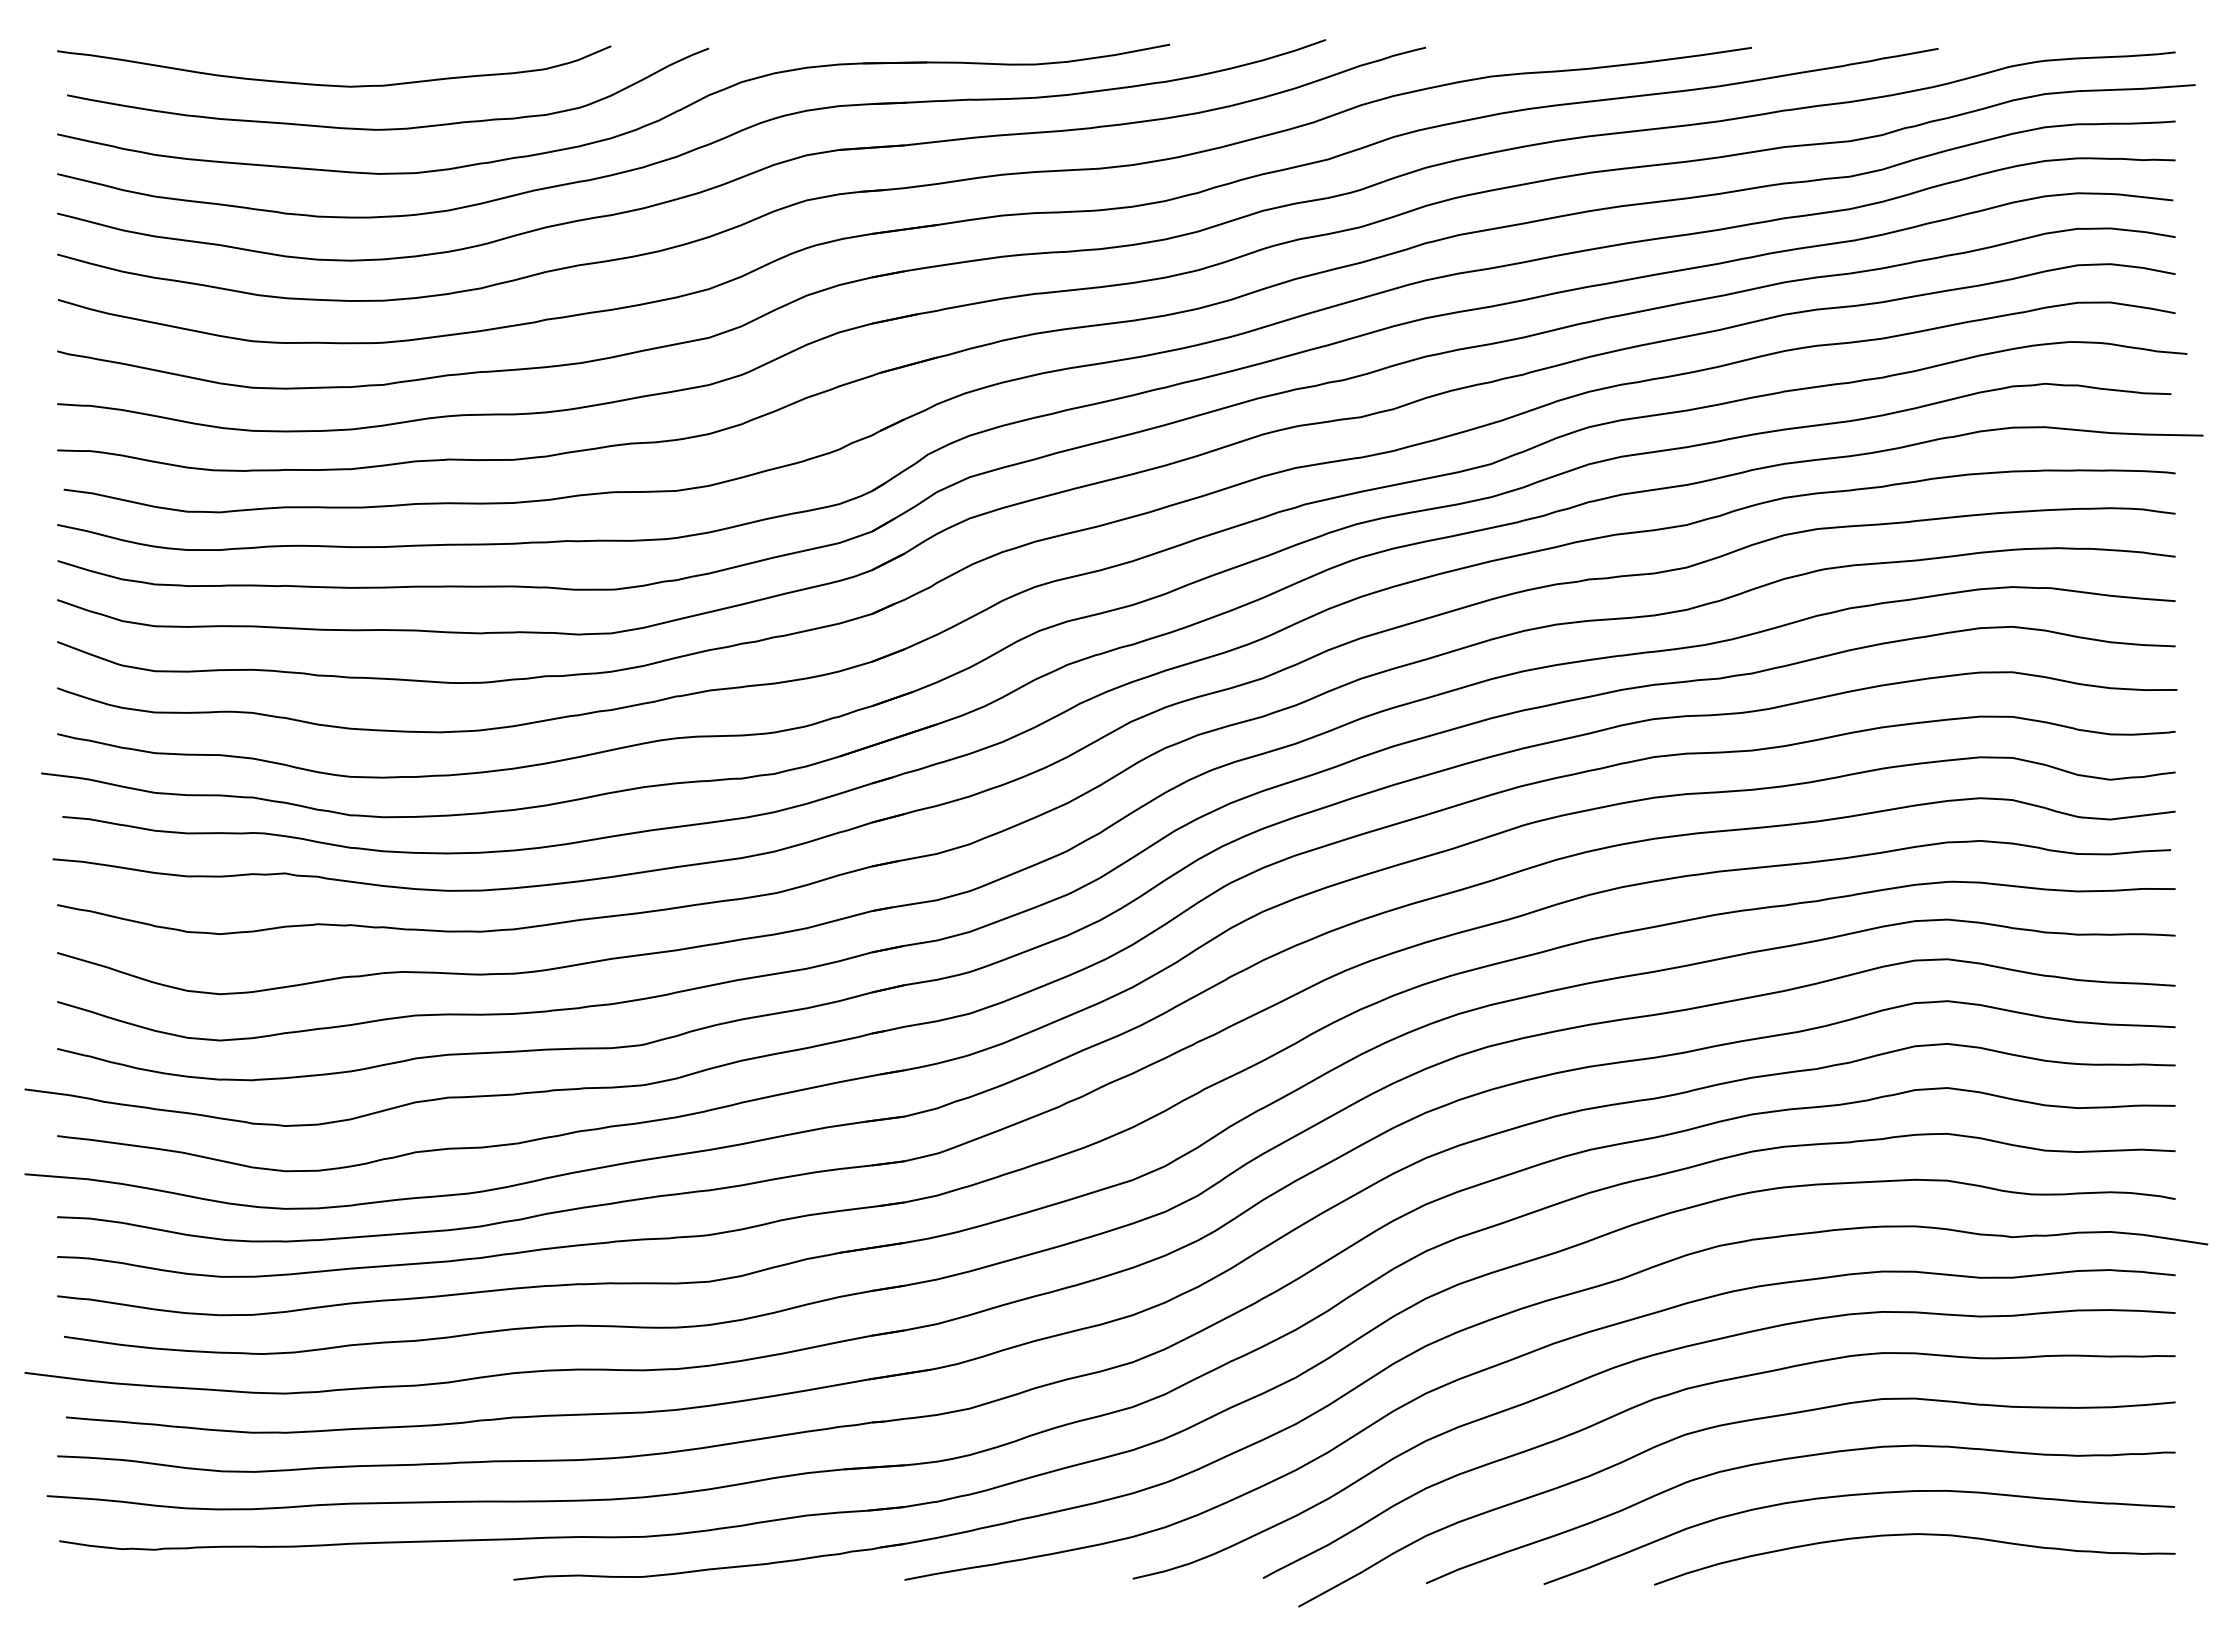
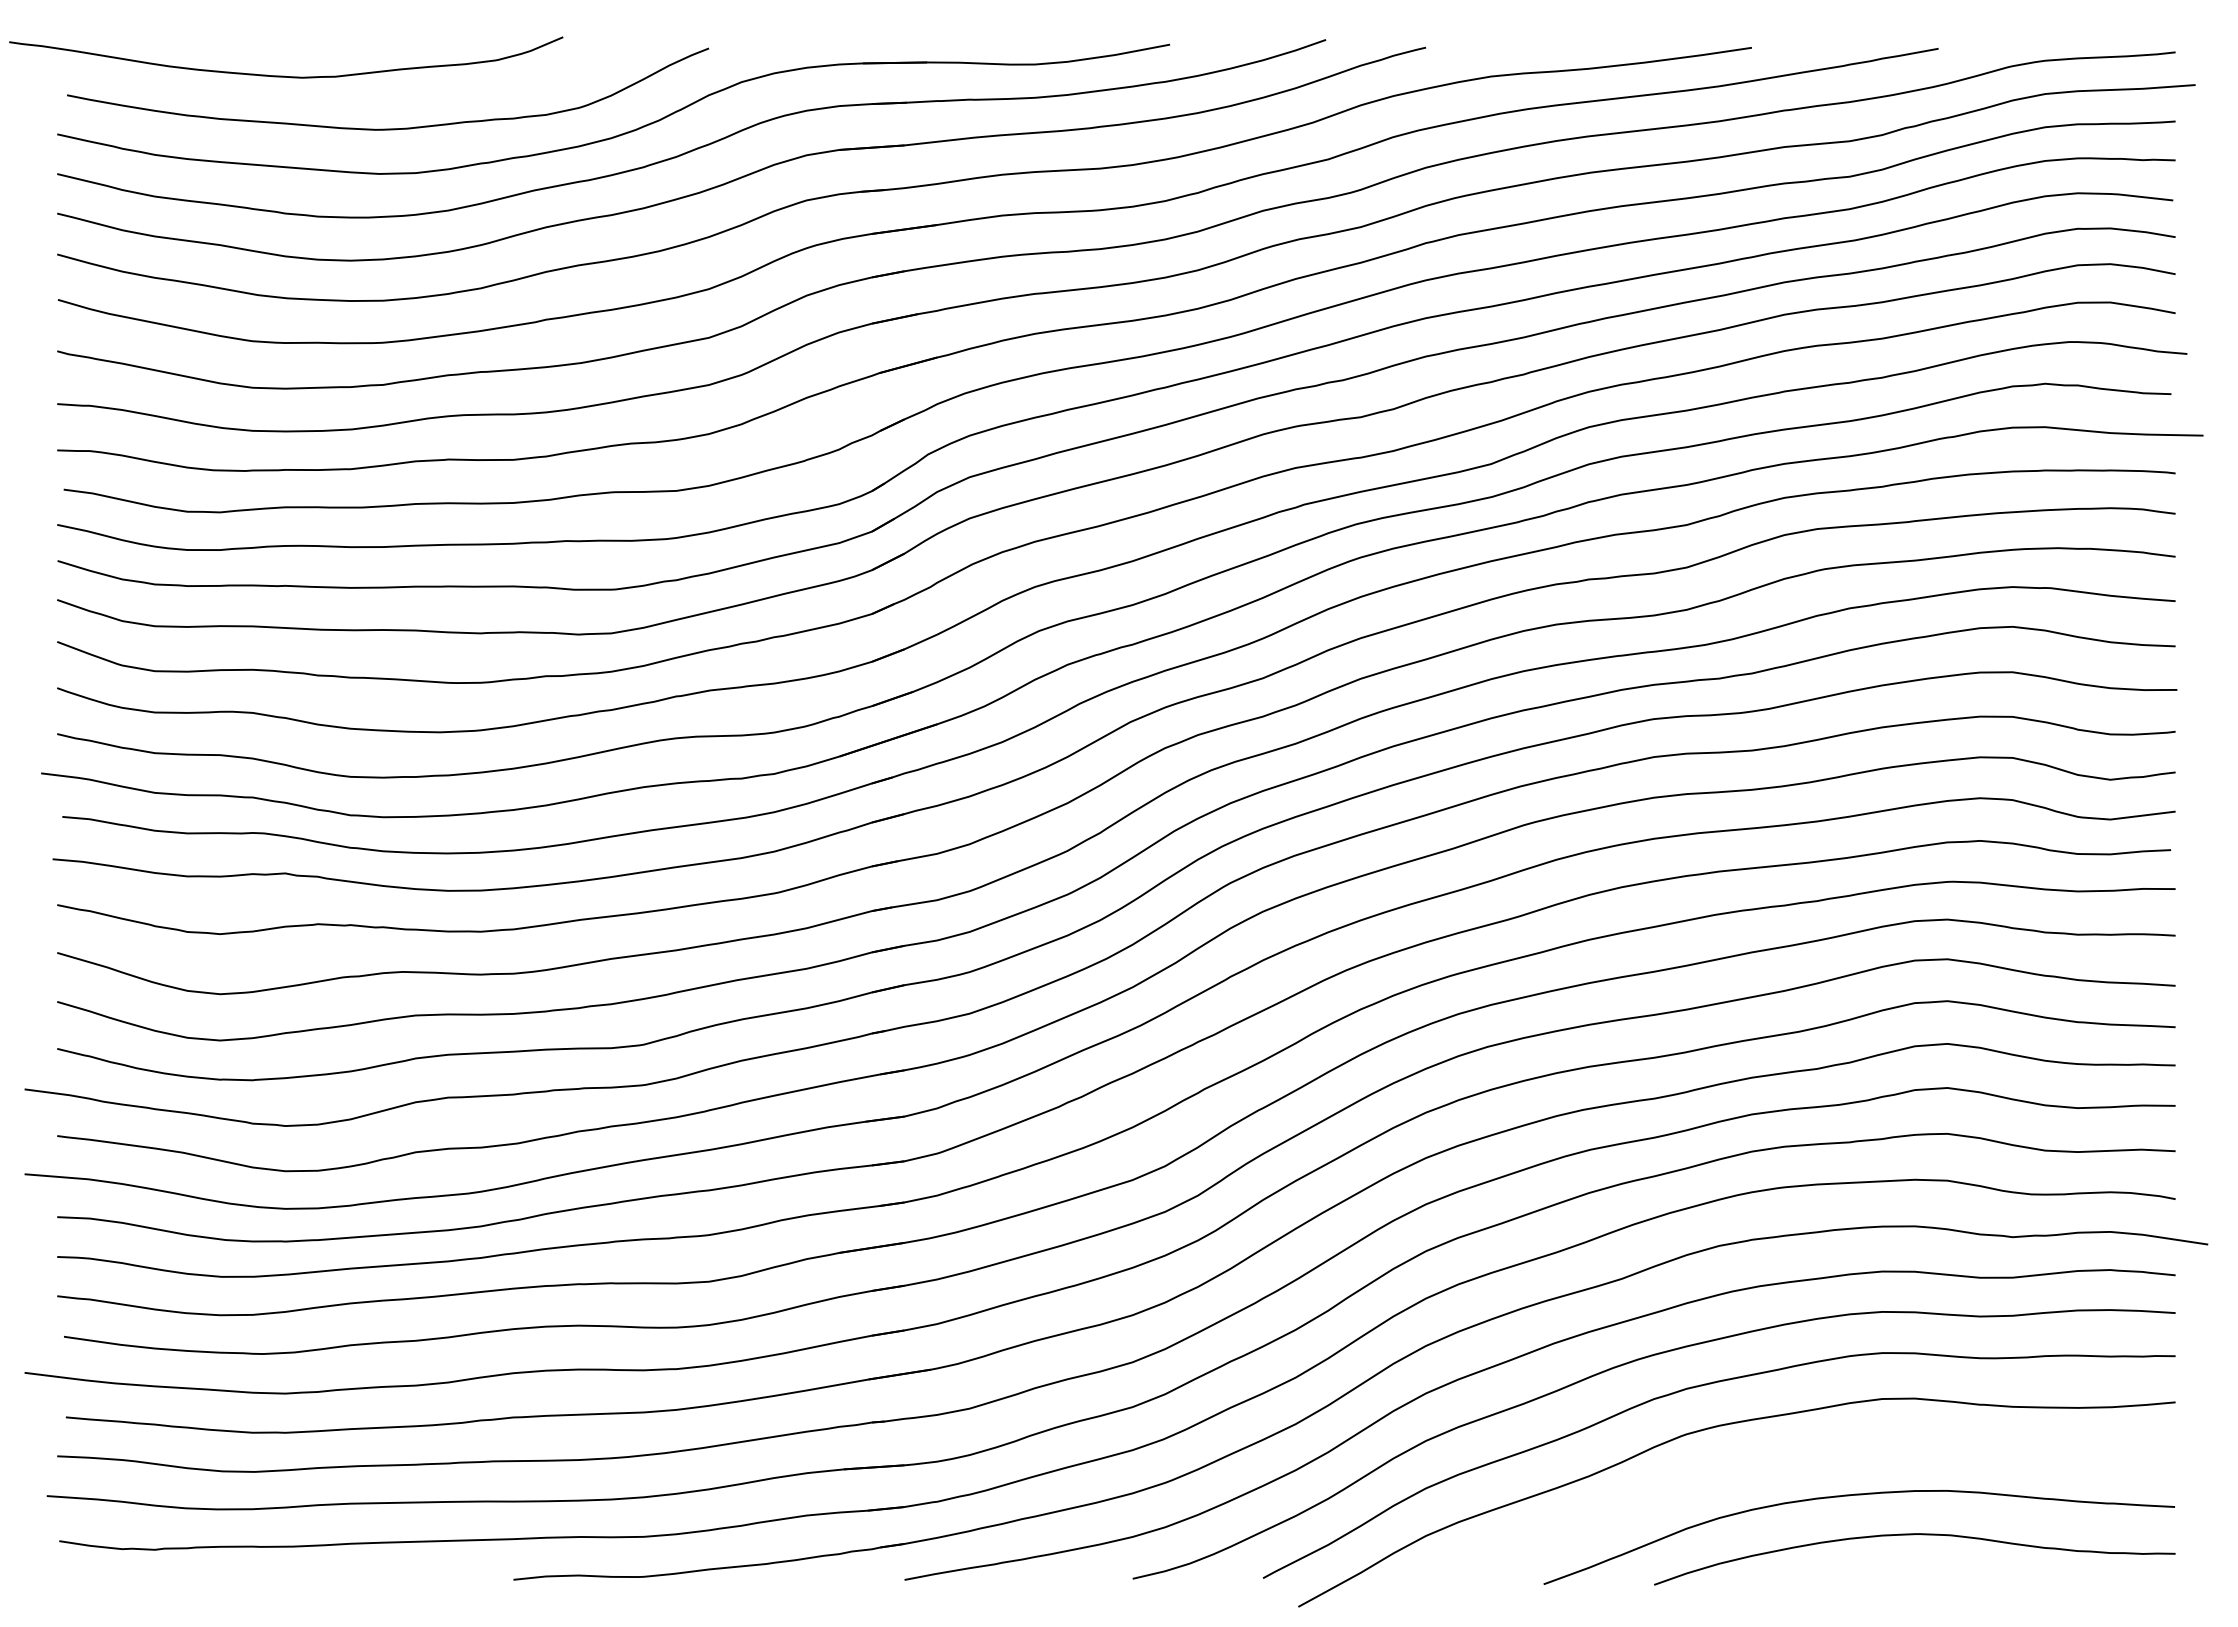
curve at (332, 84) position: (332, 84) -> (284, 75)
curve at (1791, 1459): present -> none
